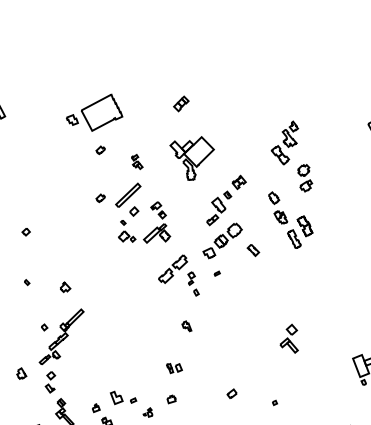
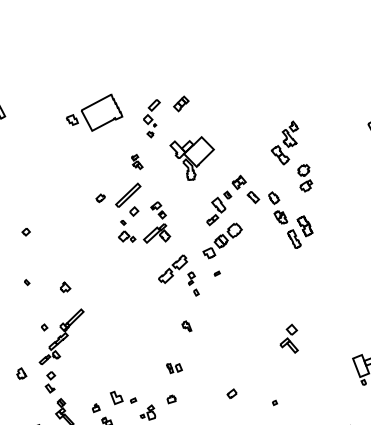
part at (151, 118): none -> present
part at (100, 150): present -> none
part at (253, 250) position: (253, 250) -> (253, 197)
part at (147, 412) size: 12x11 px -> 18x17 px
